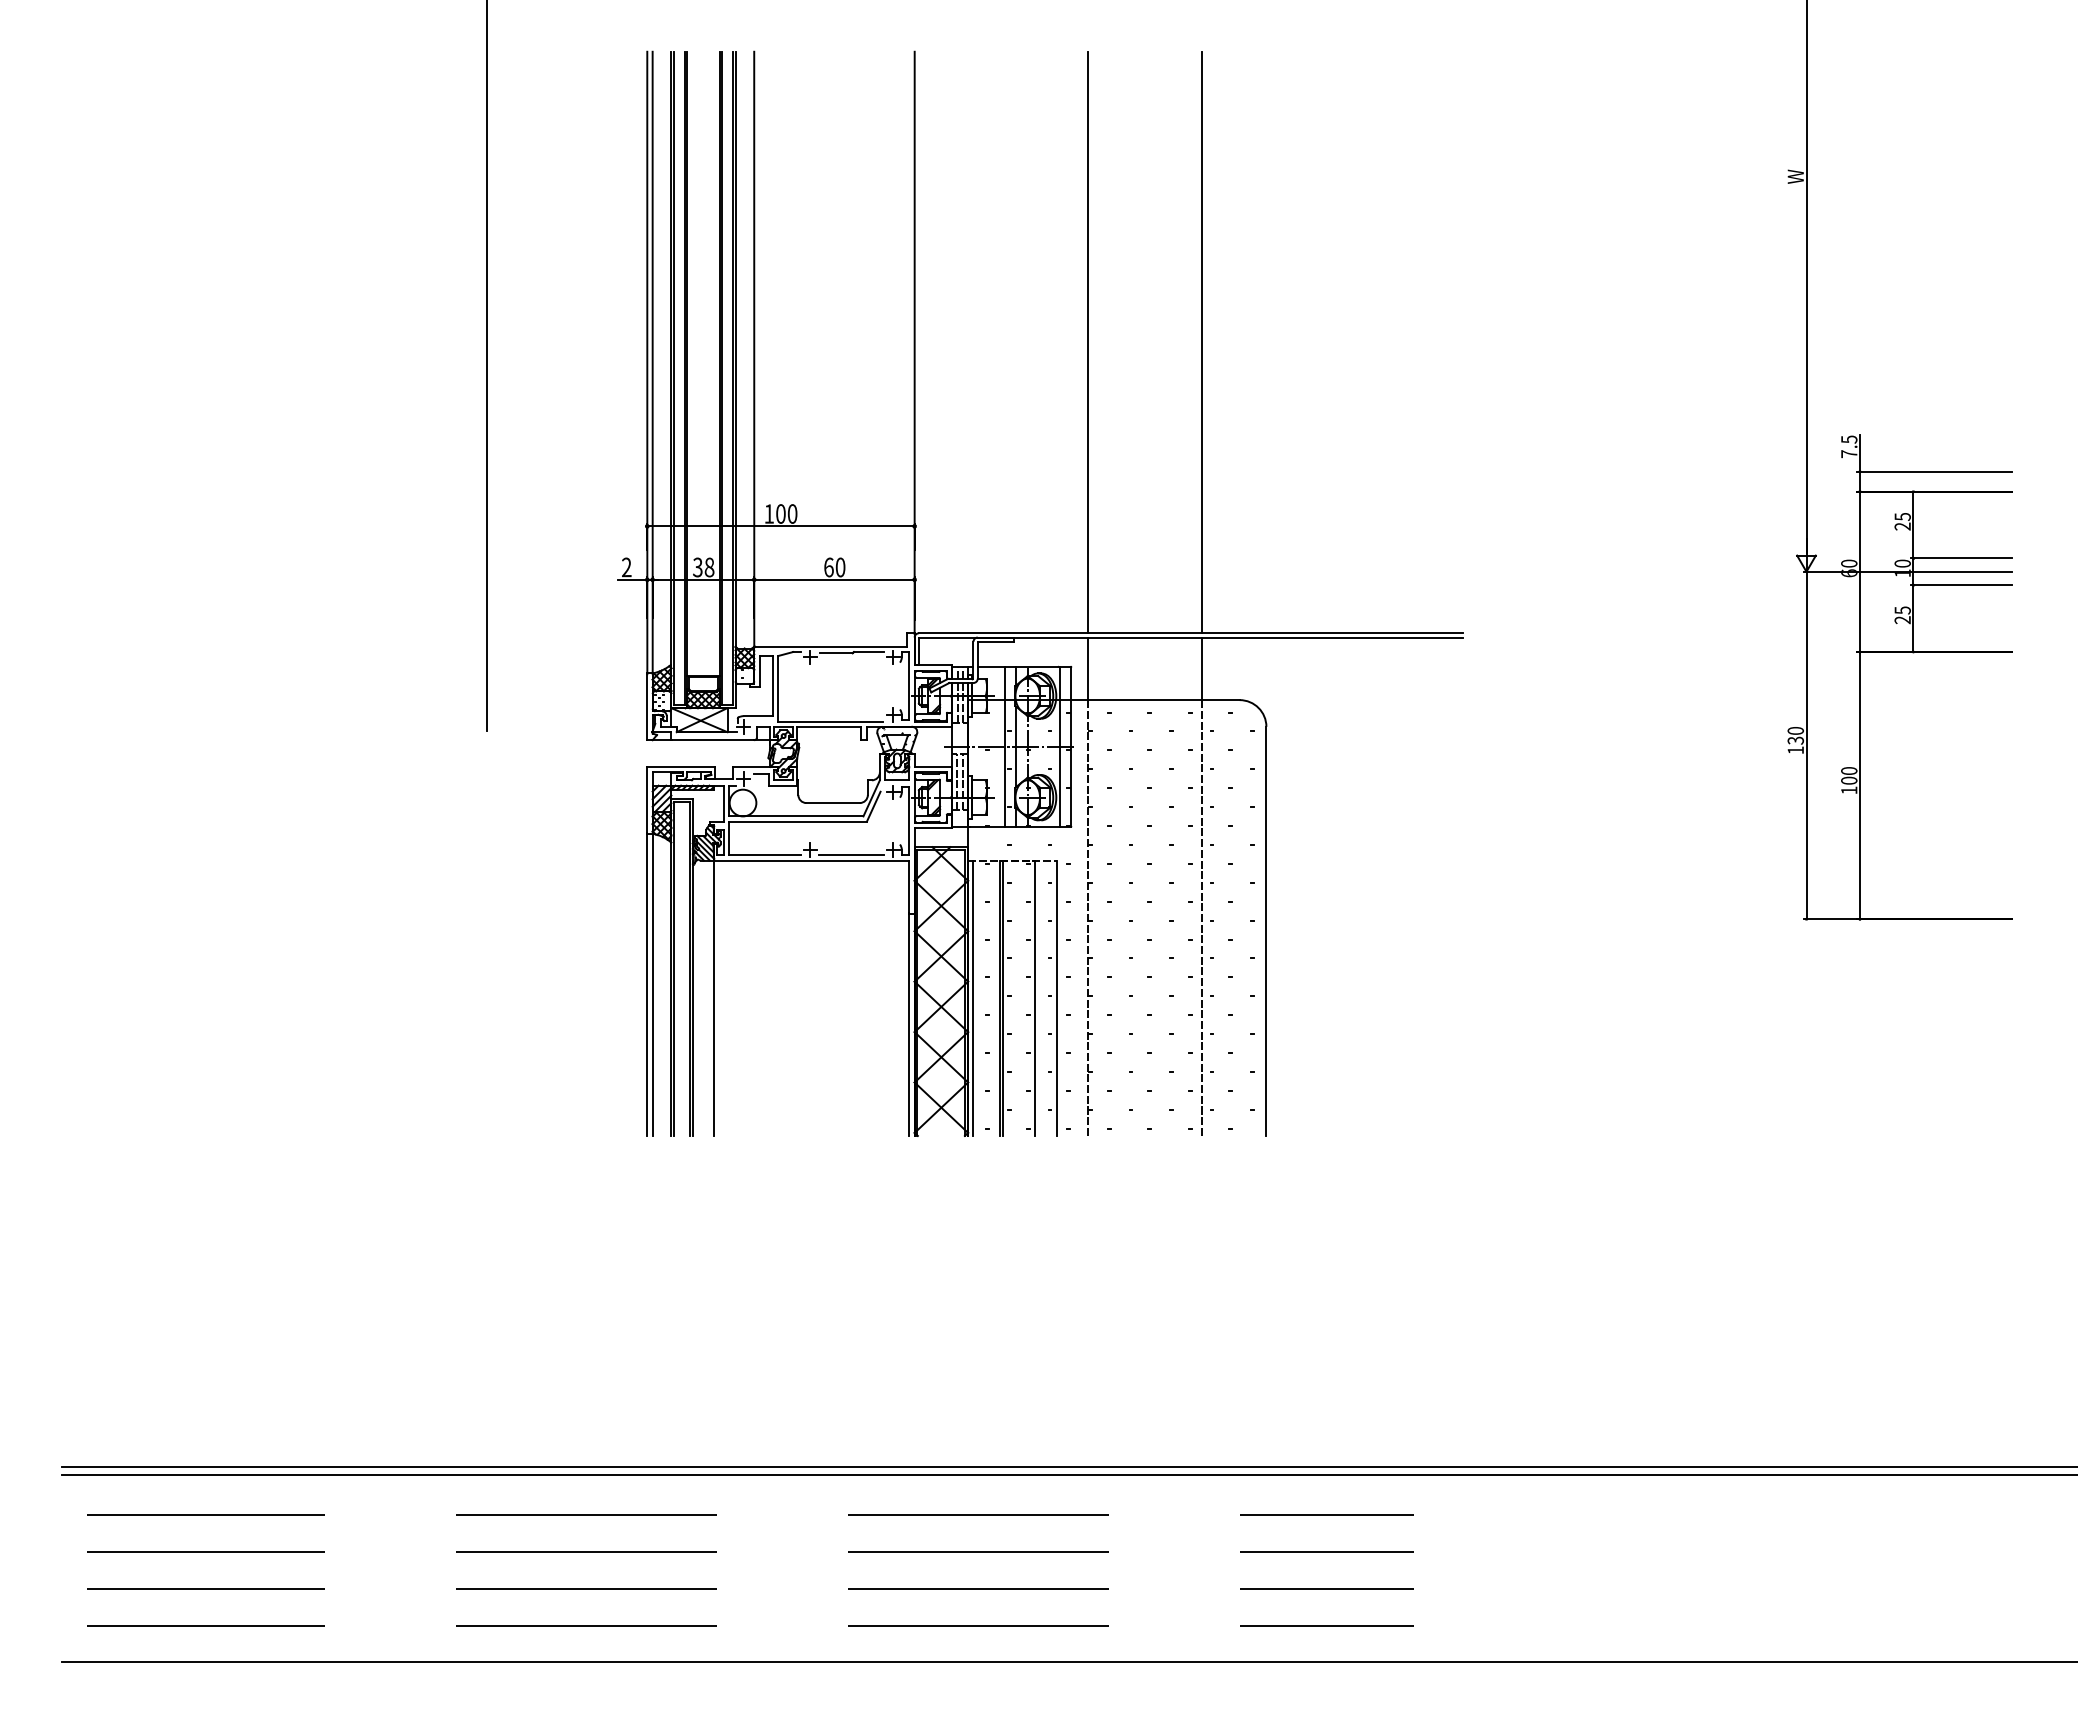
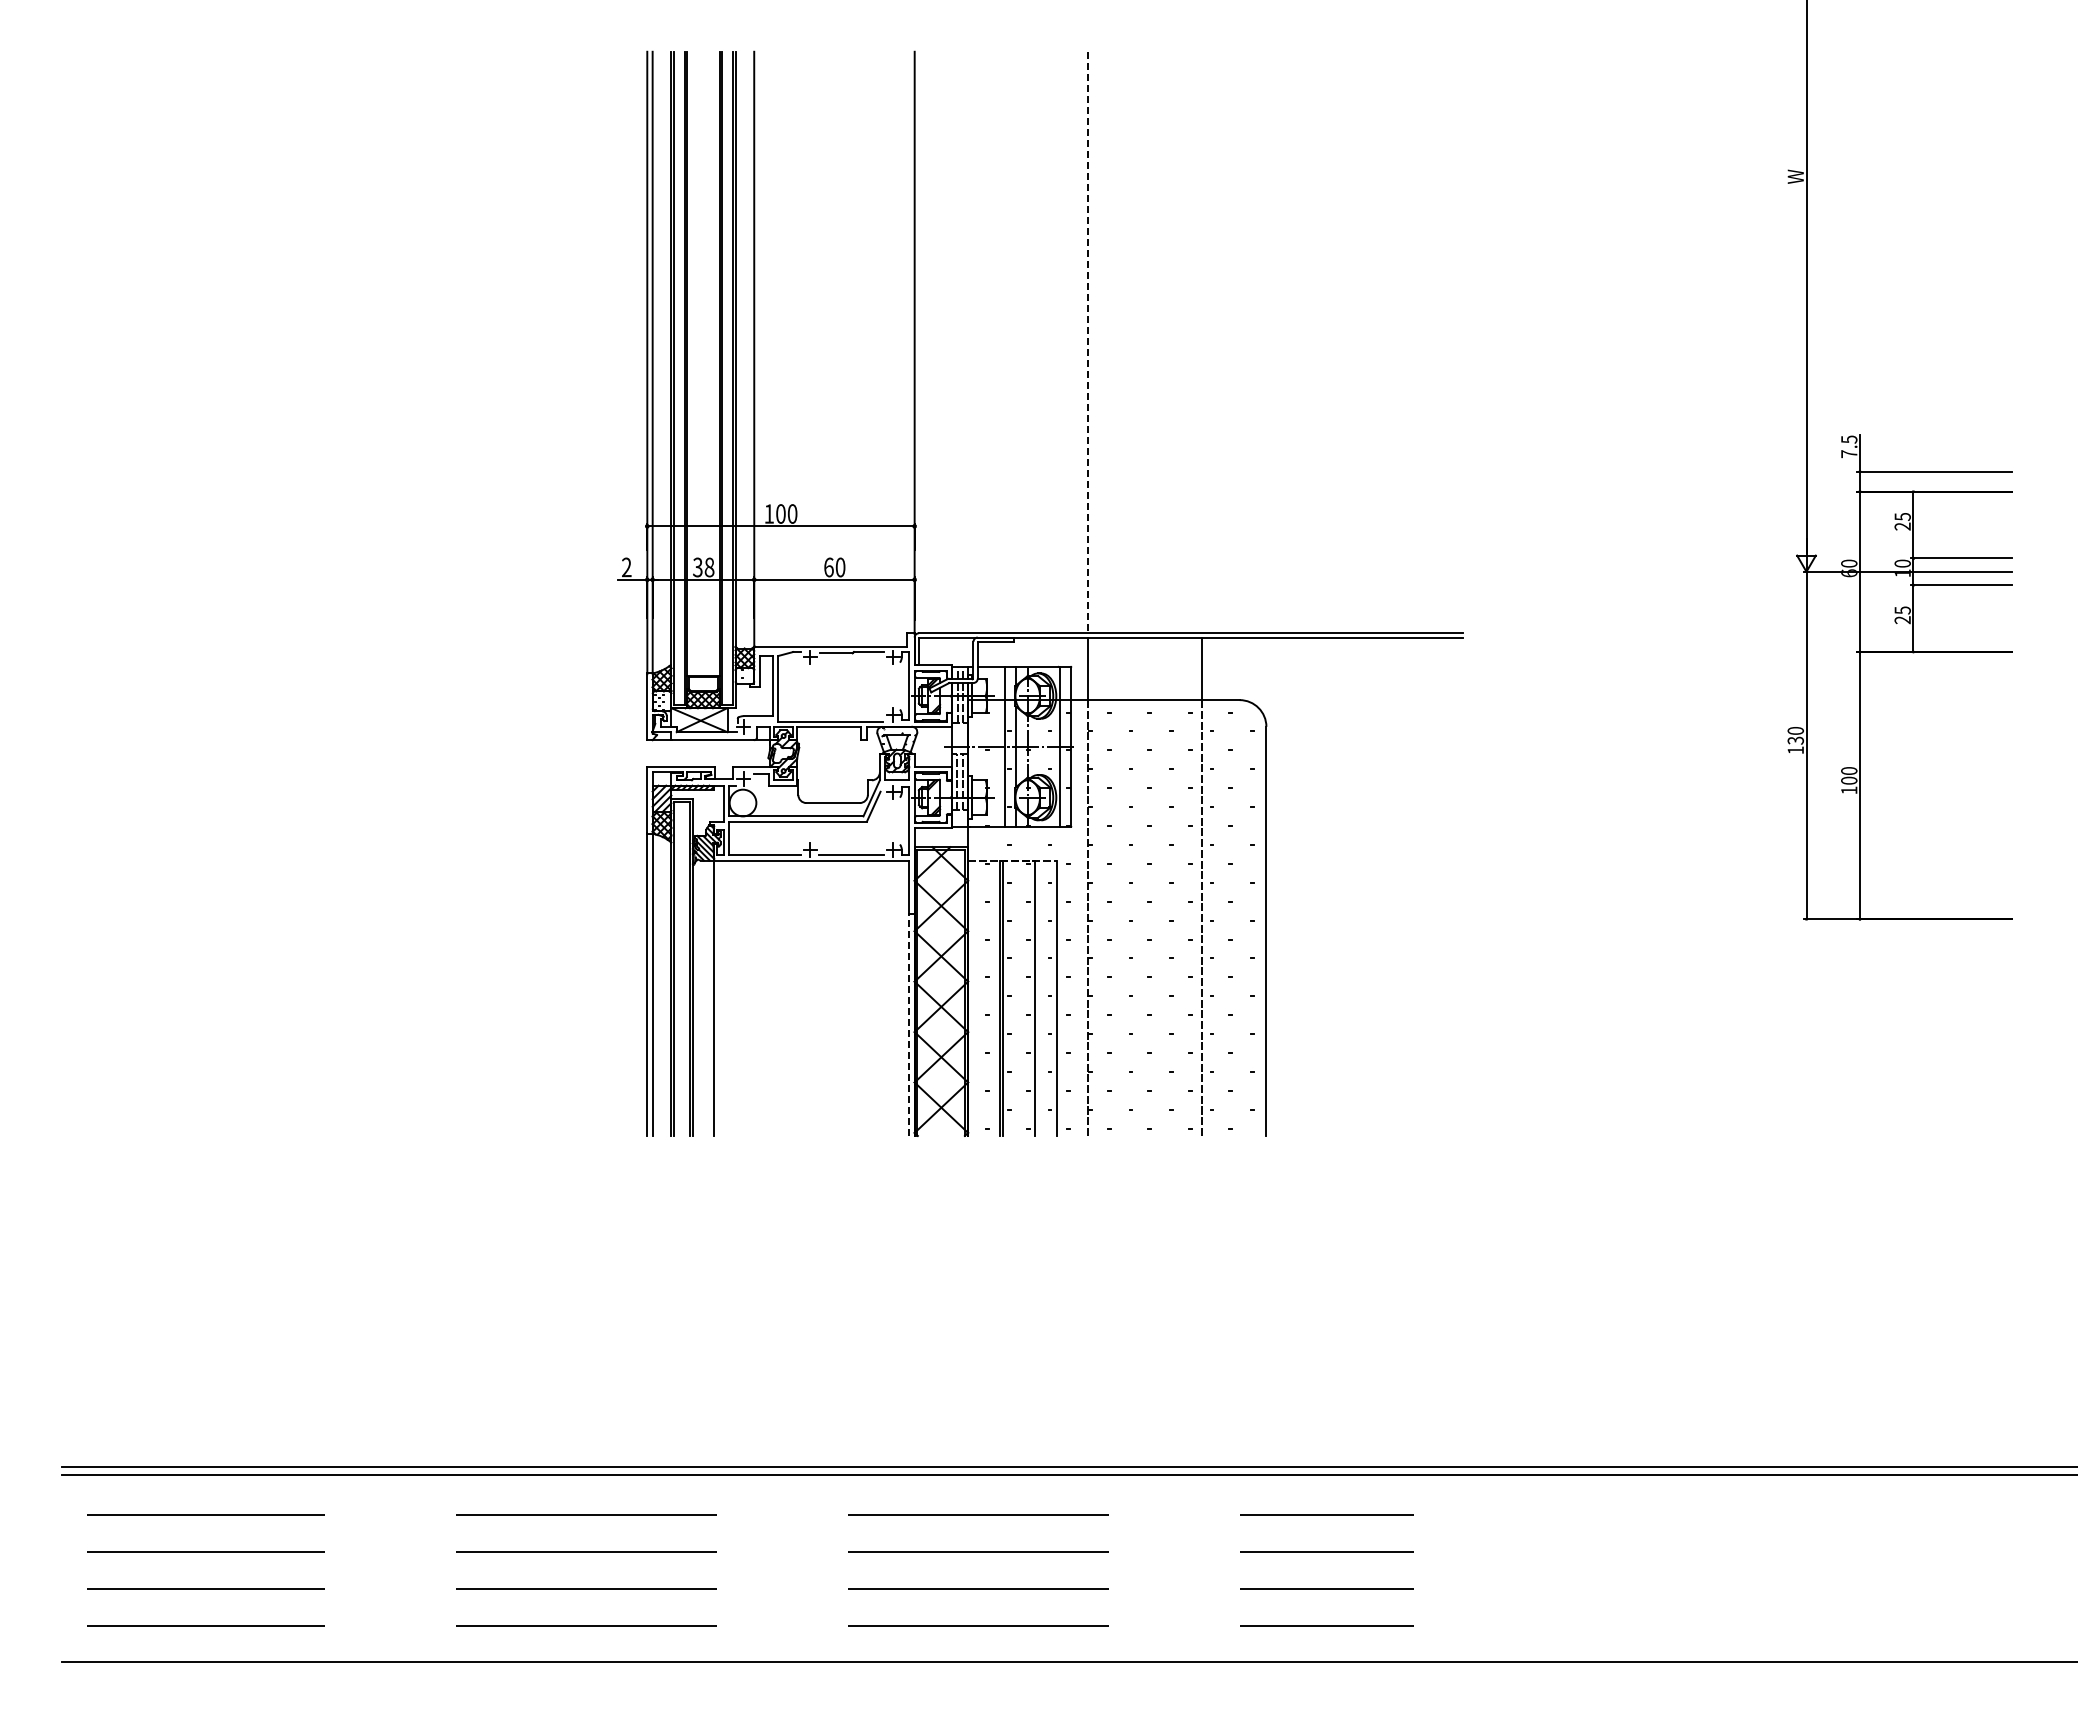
line at (1088, 342): solid -> dashed
line at (1201, 342): present -> none
line at (486, 366): present -> none
line at (973, 997): present -> none
line at (909, 1024): solid -> dashed
